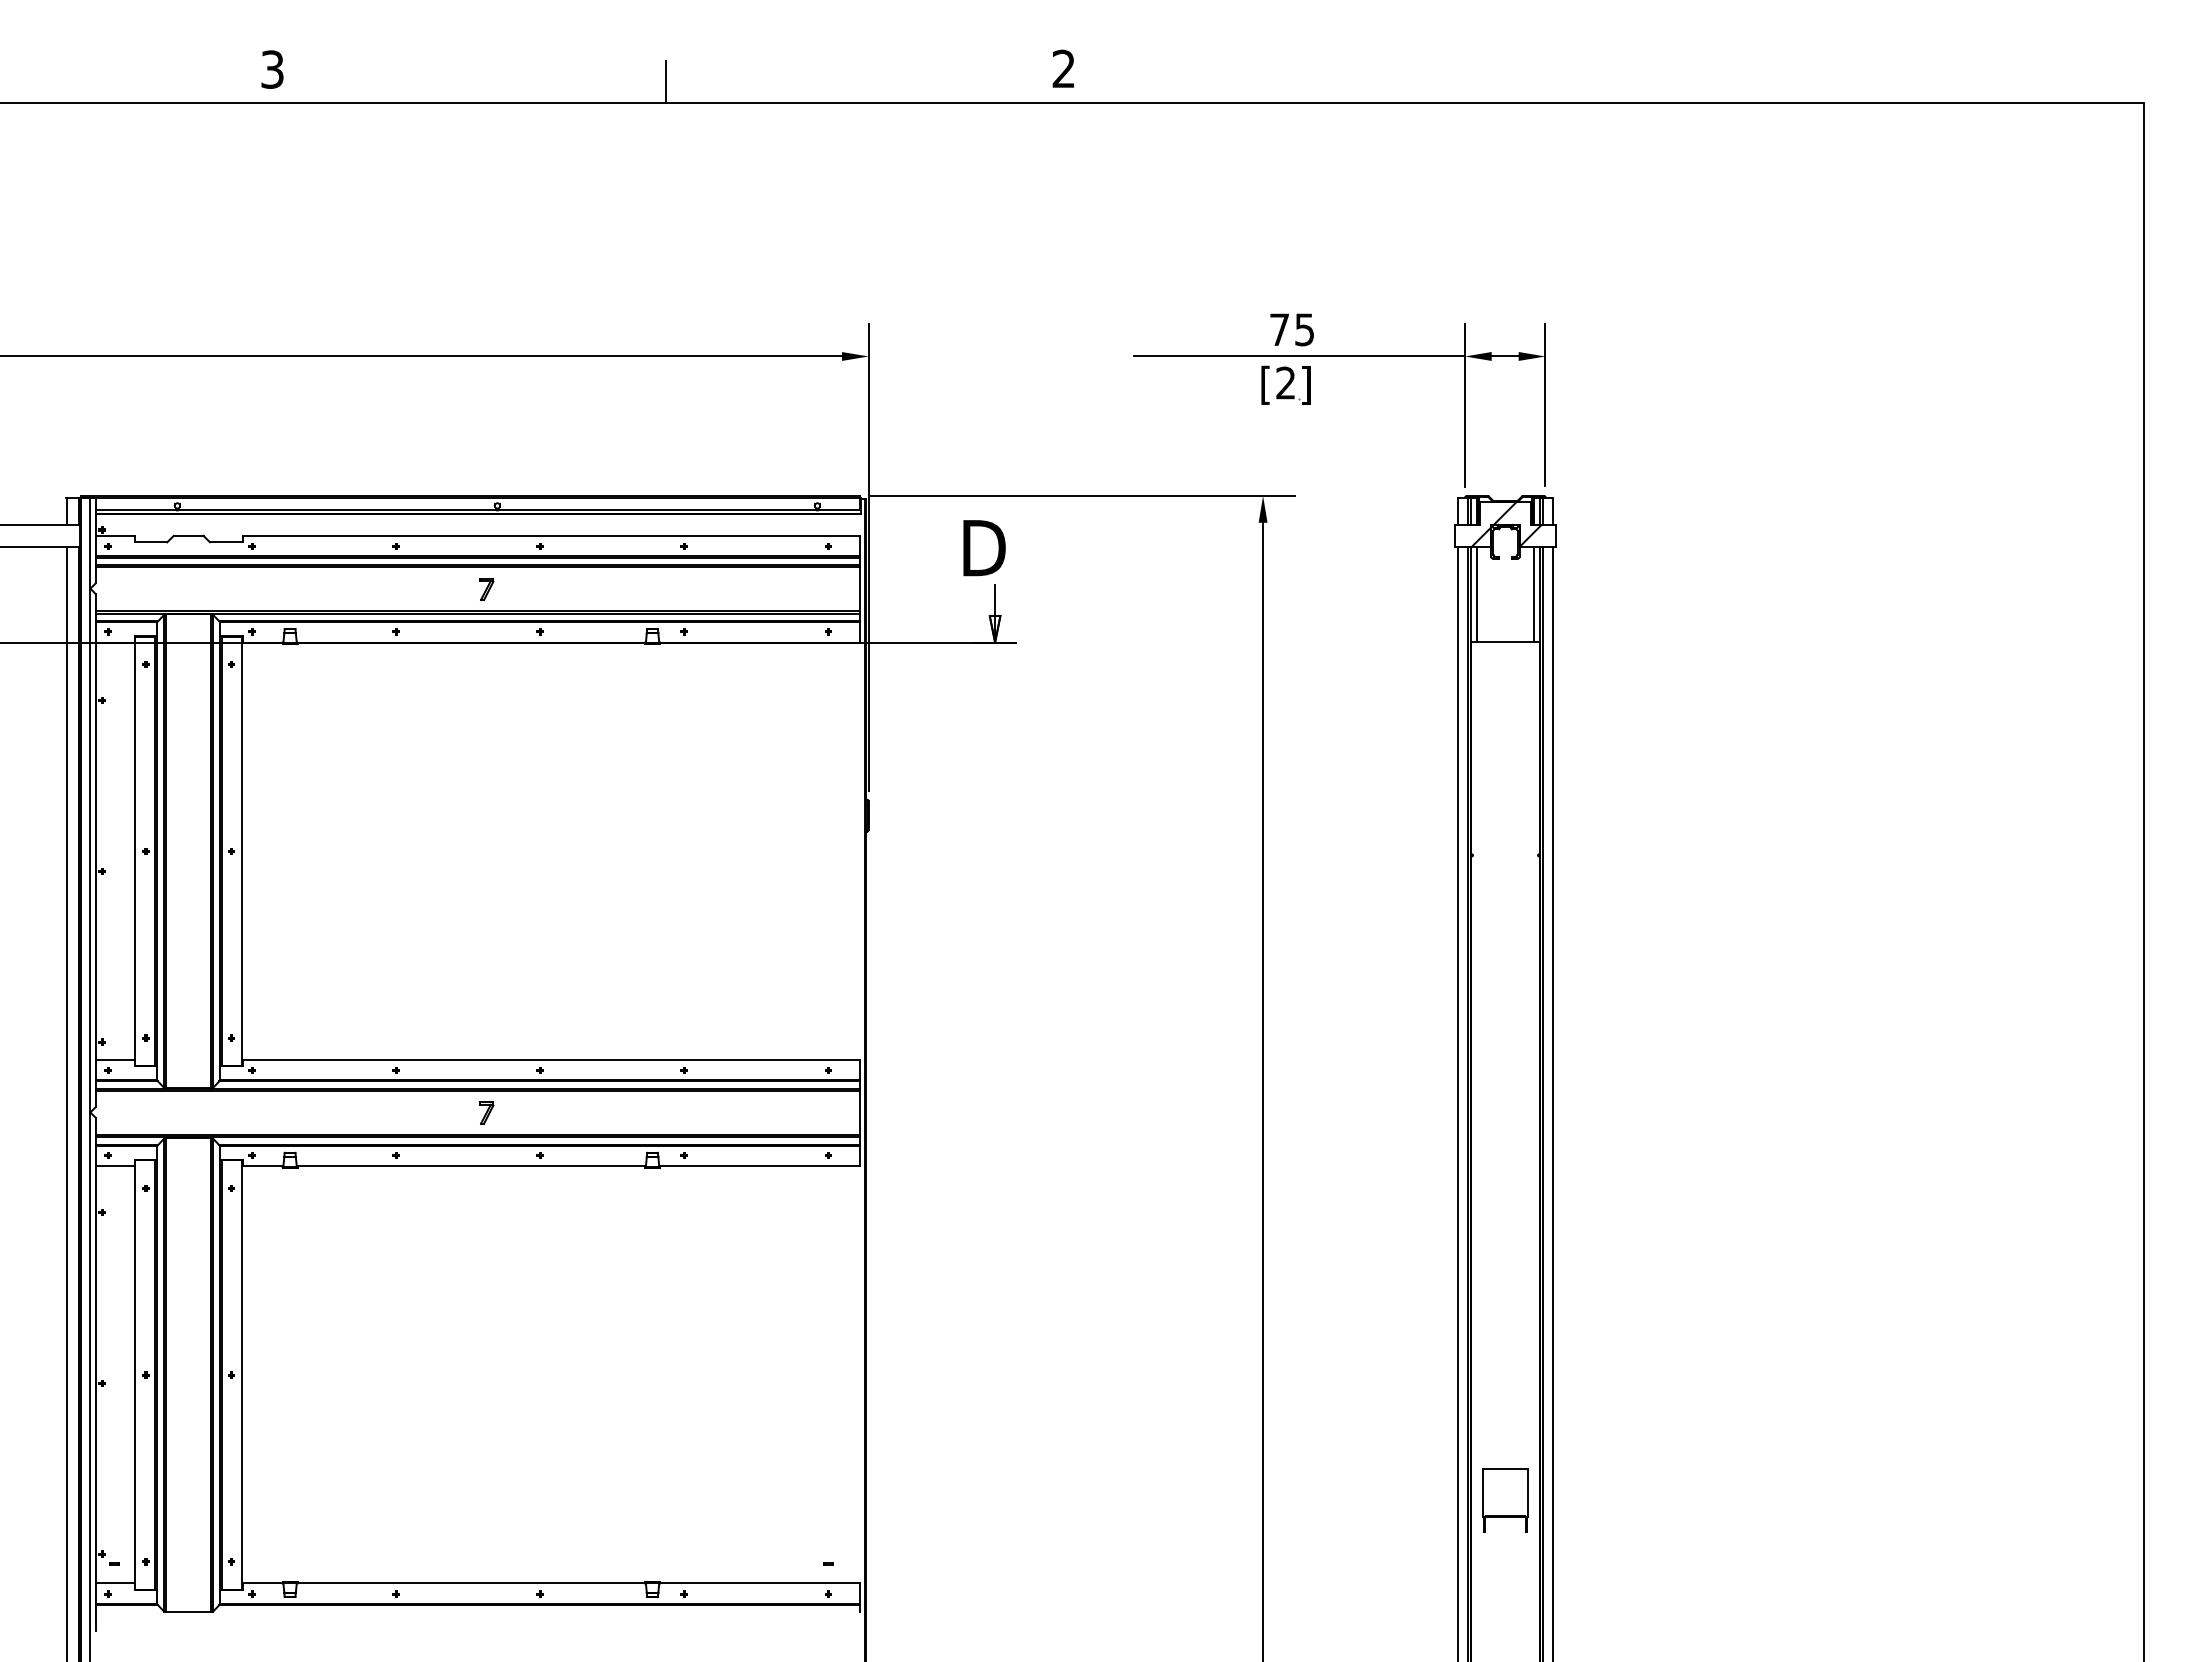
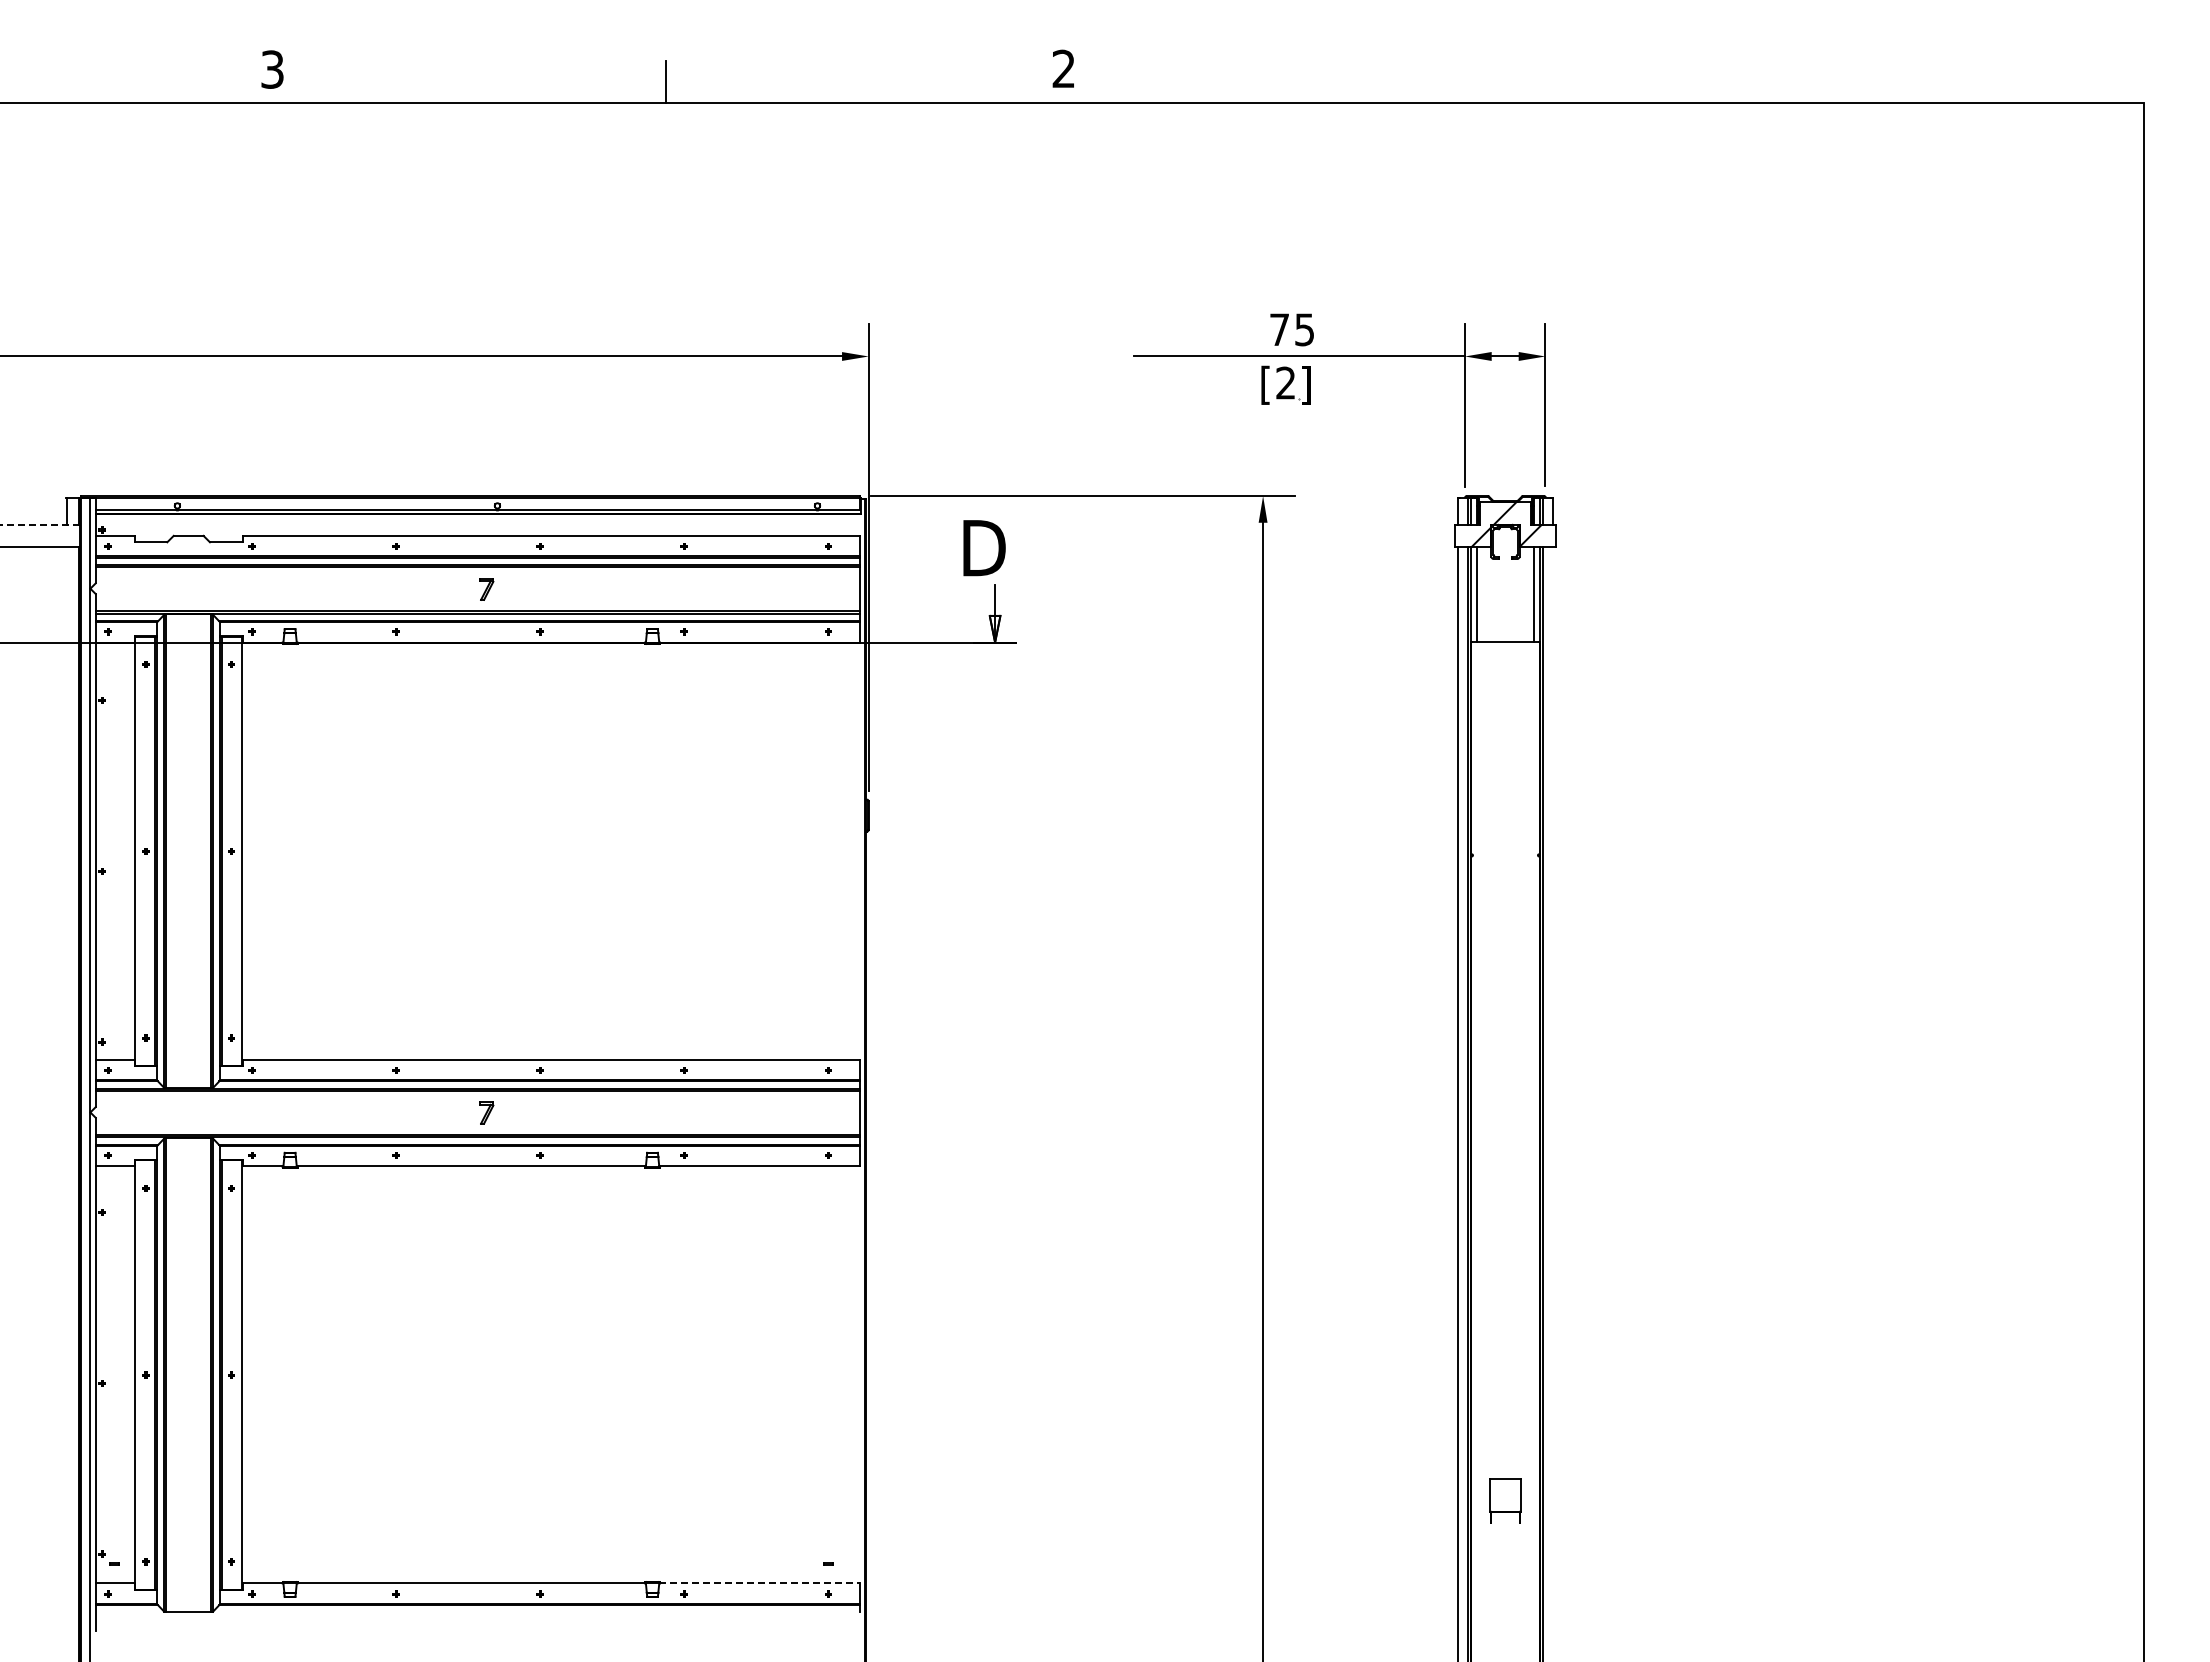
line at (39, 524): solid -> dashed
line at (67, 1102): present -> none
line at (1553, 1102): present -> none
part at (1505, 1500) size: 47x65 px -> 33x46 px
line at (760, 1583): solid -> dashed
